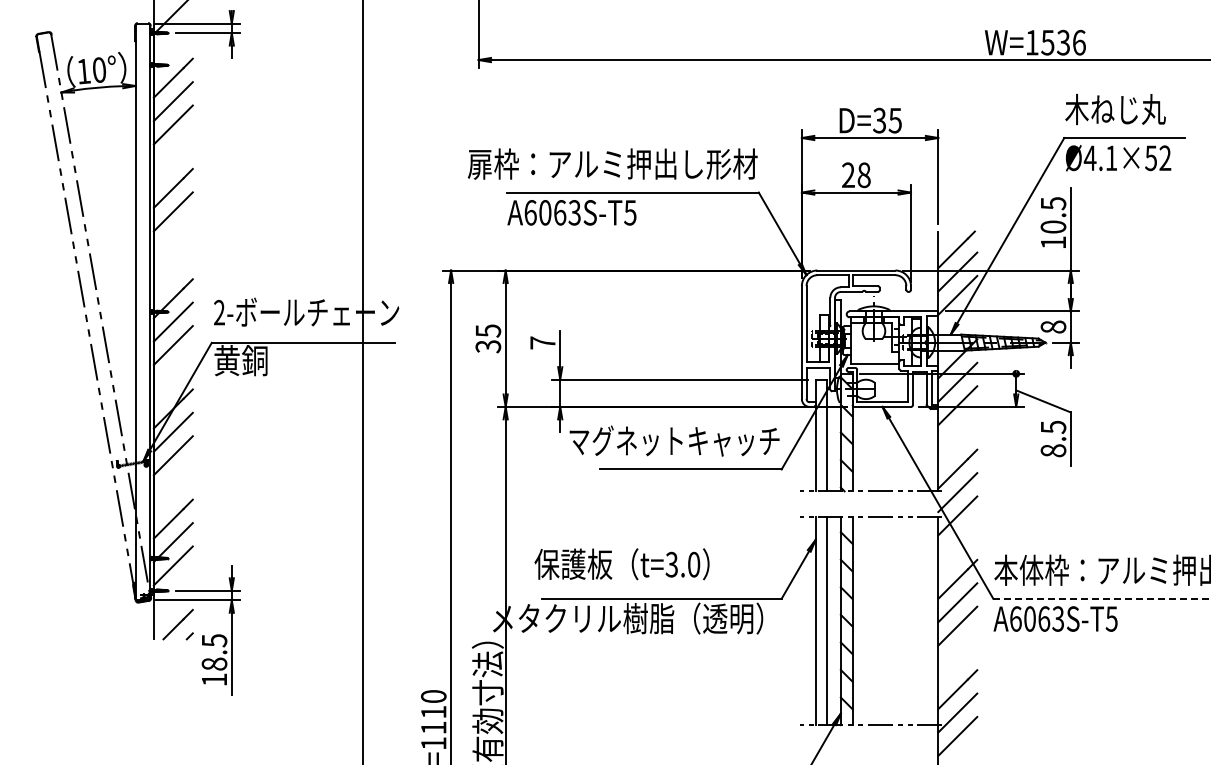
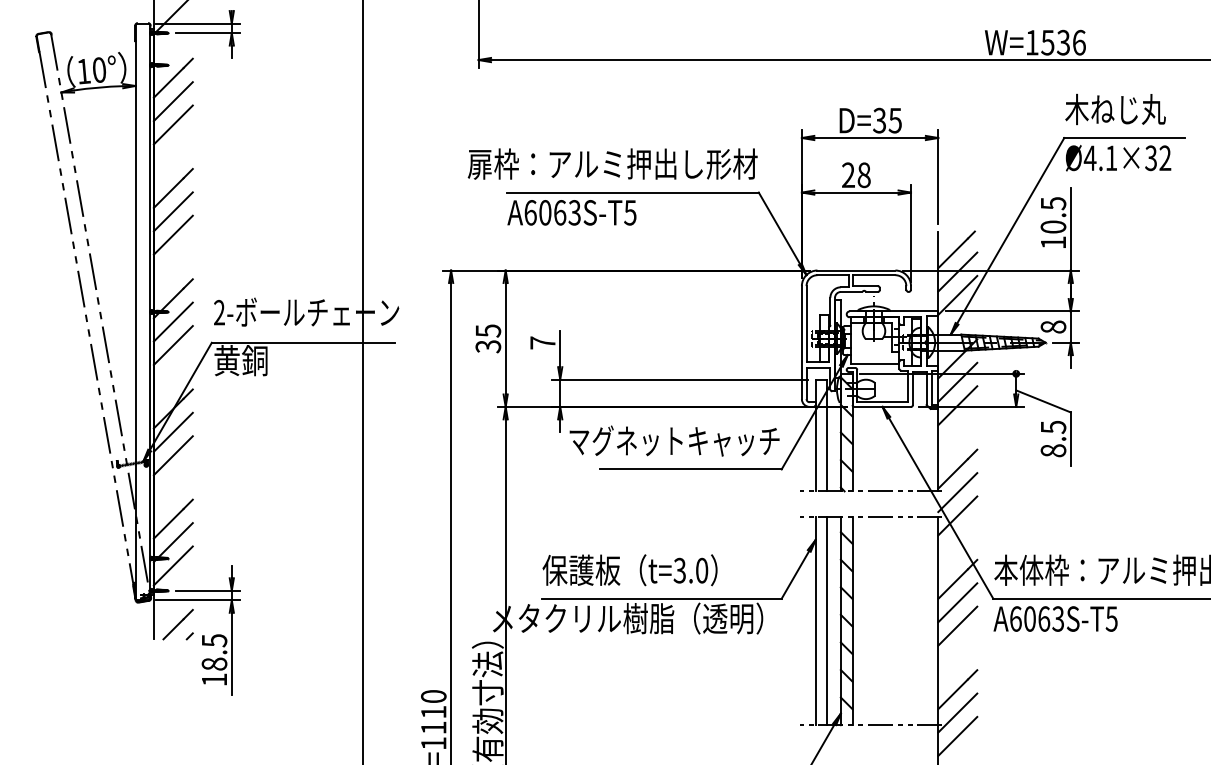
text at (1150, 157): Ø4.1×52 -> Ø4.1×32
line at (172, 234): none -> present
text at (621, 564) position: (621, 564) -> (629, 570)
line at (1102, 598): dashed -> solid
